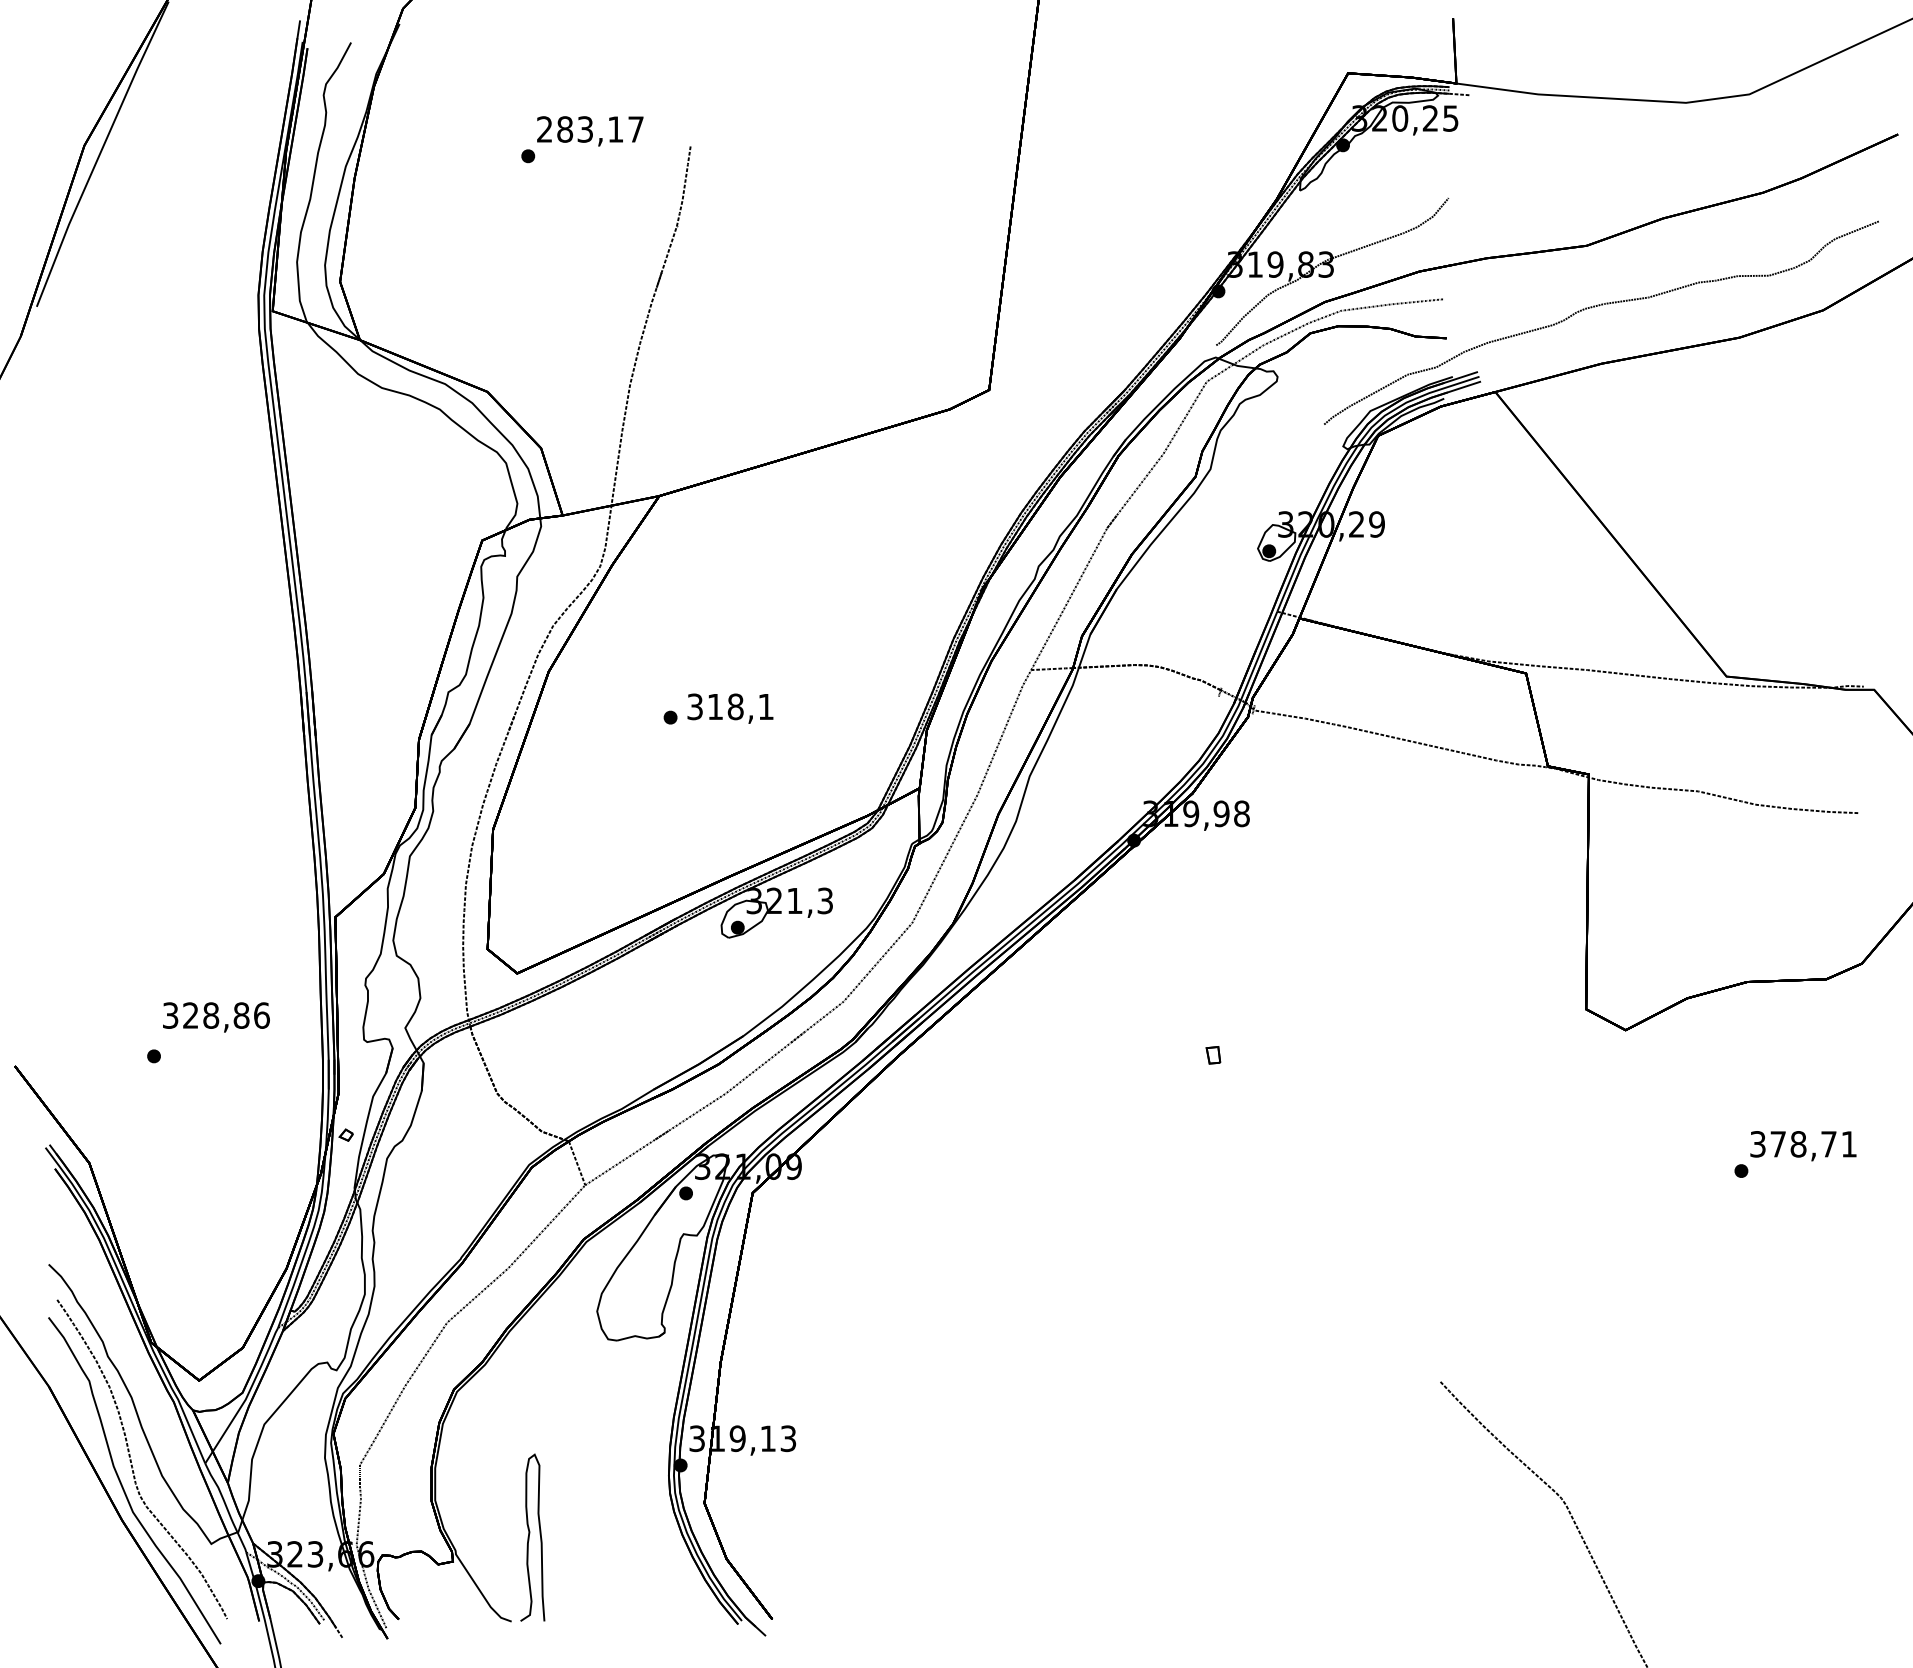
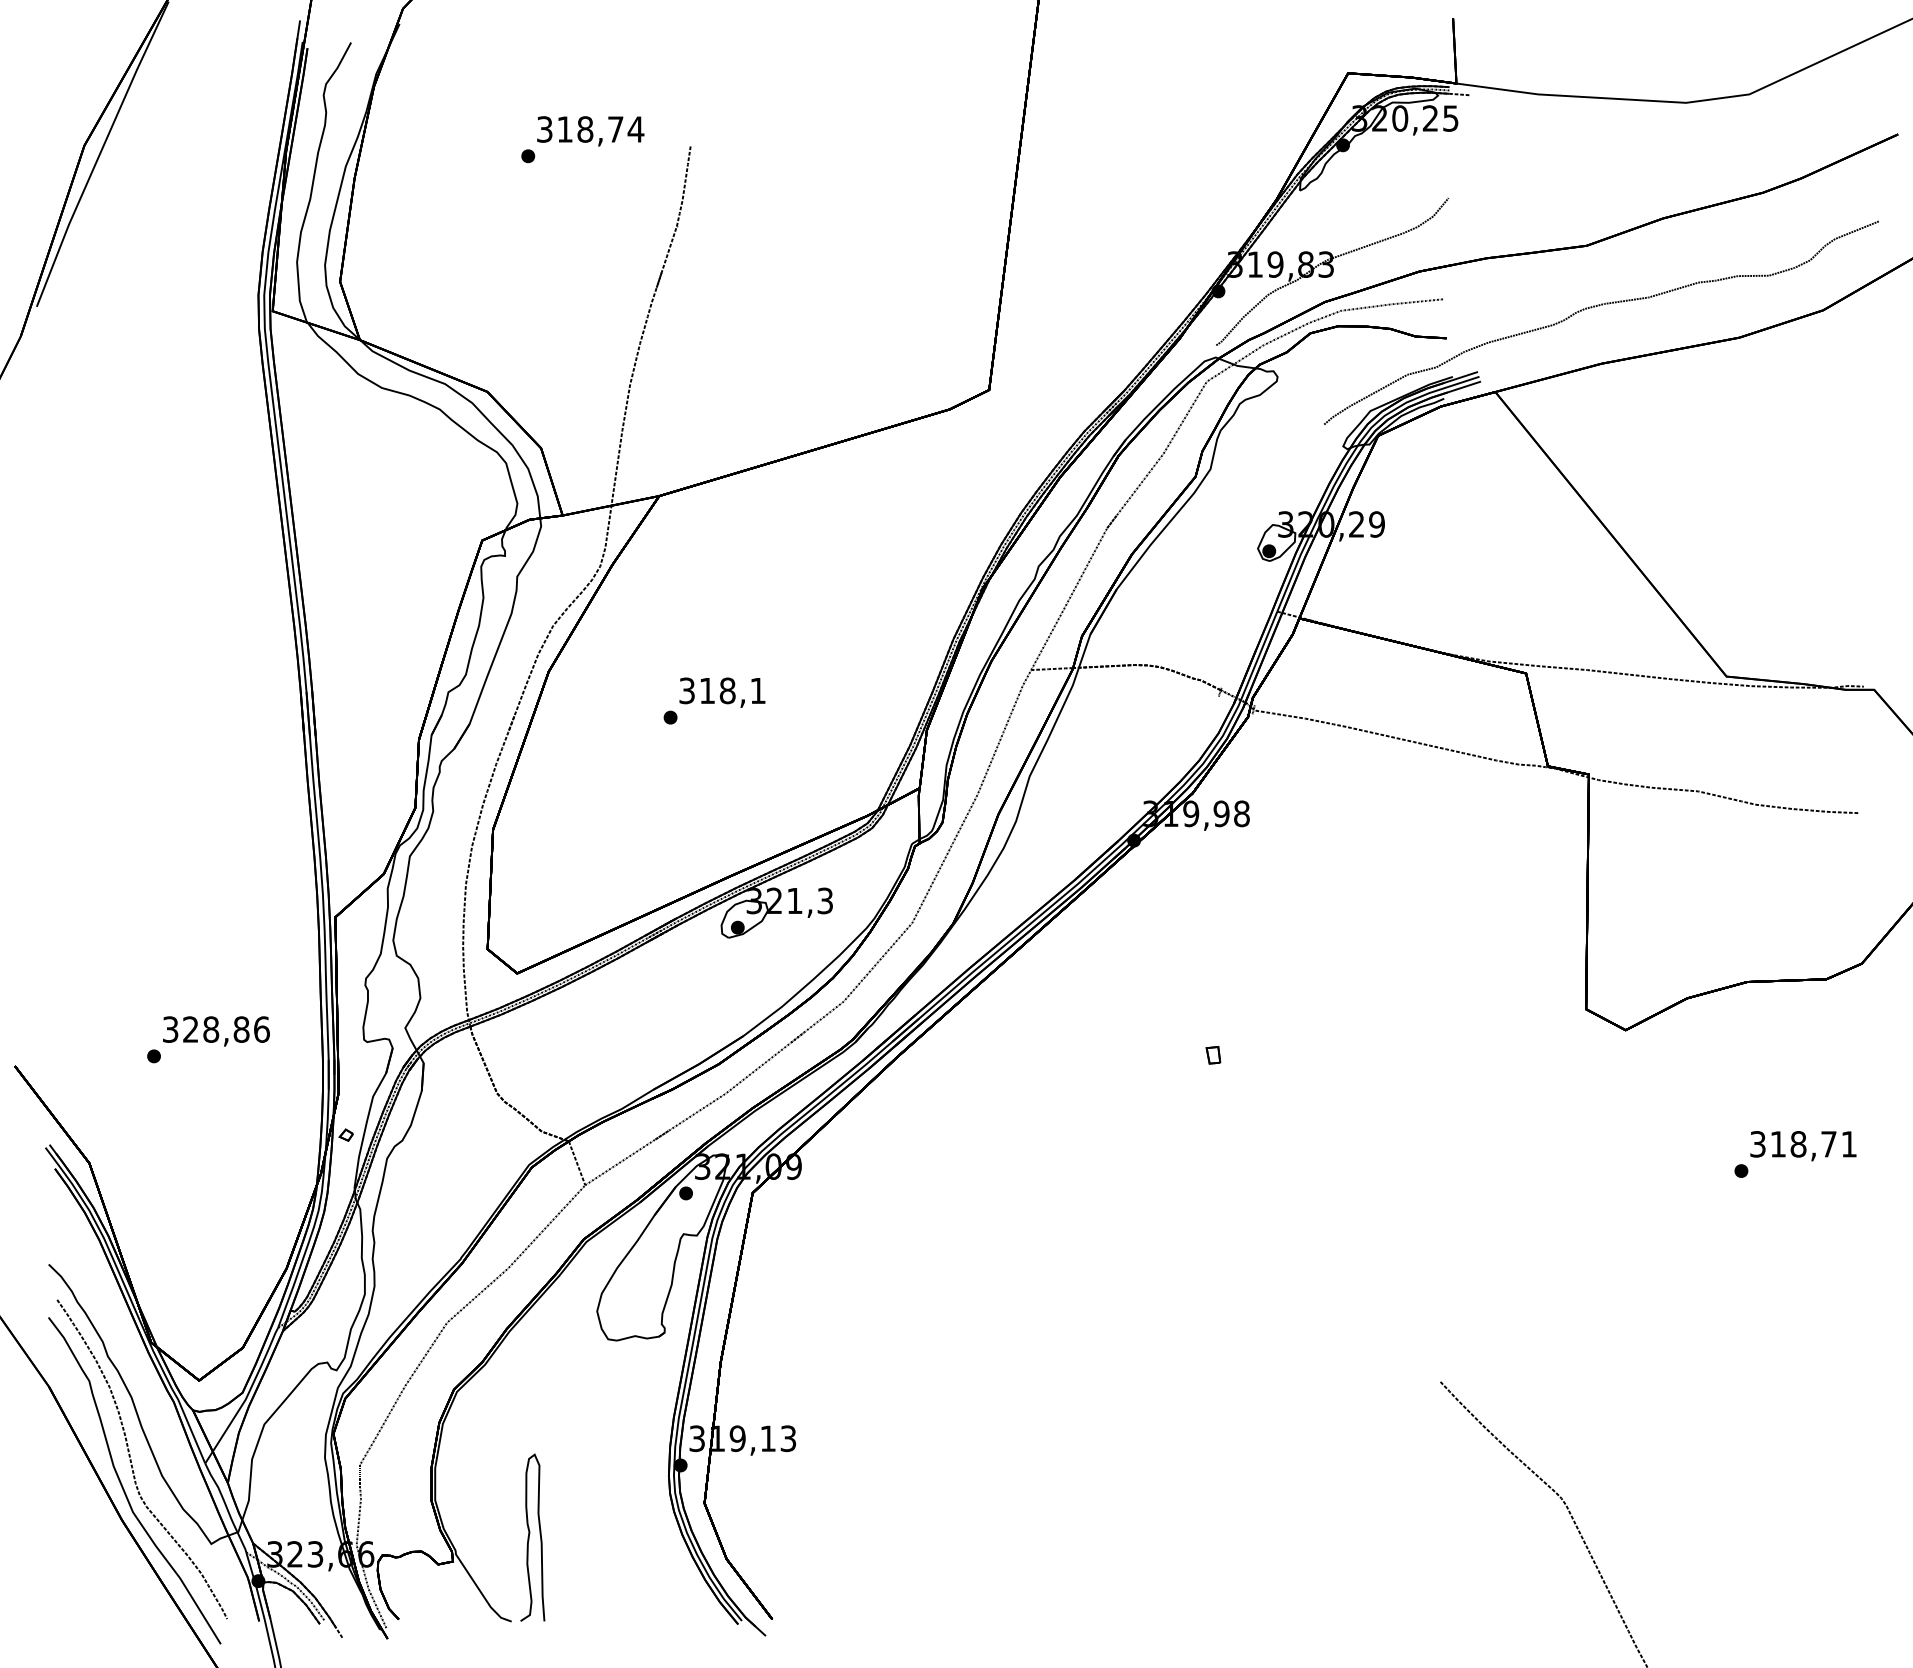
text at (590, 129): 283,17 -> 318,74
text at (730, 708) position: (730, 708) -> (722, 692)
text at (216, 1017) position: (216, 1017) -> (216, 1031)
text at (1777, 1144): 378,71 -> 318,71
